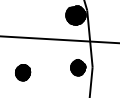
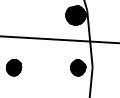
part at (23, 72) position: (23, 72) -> (14, 67)
